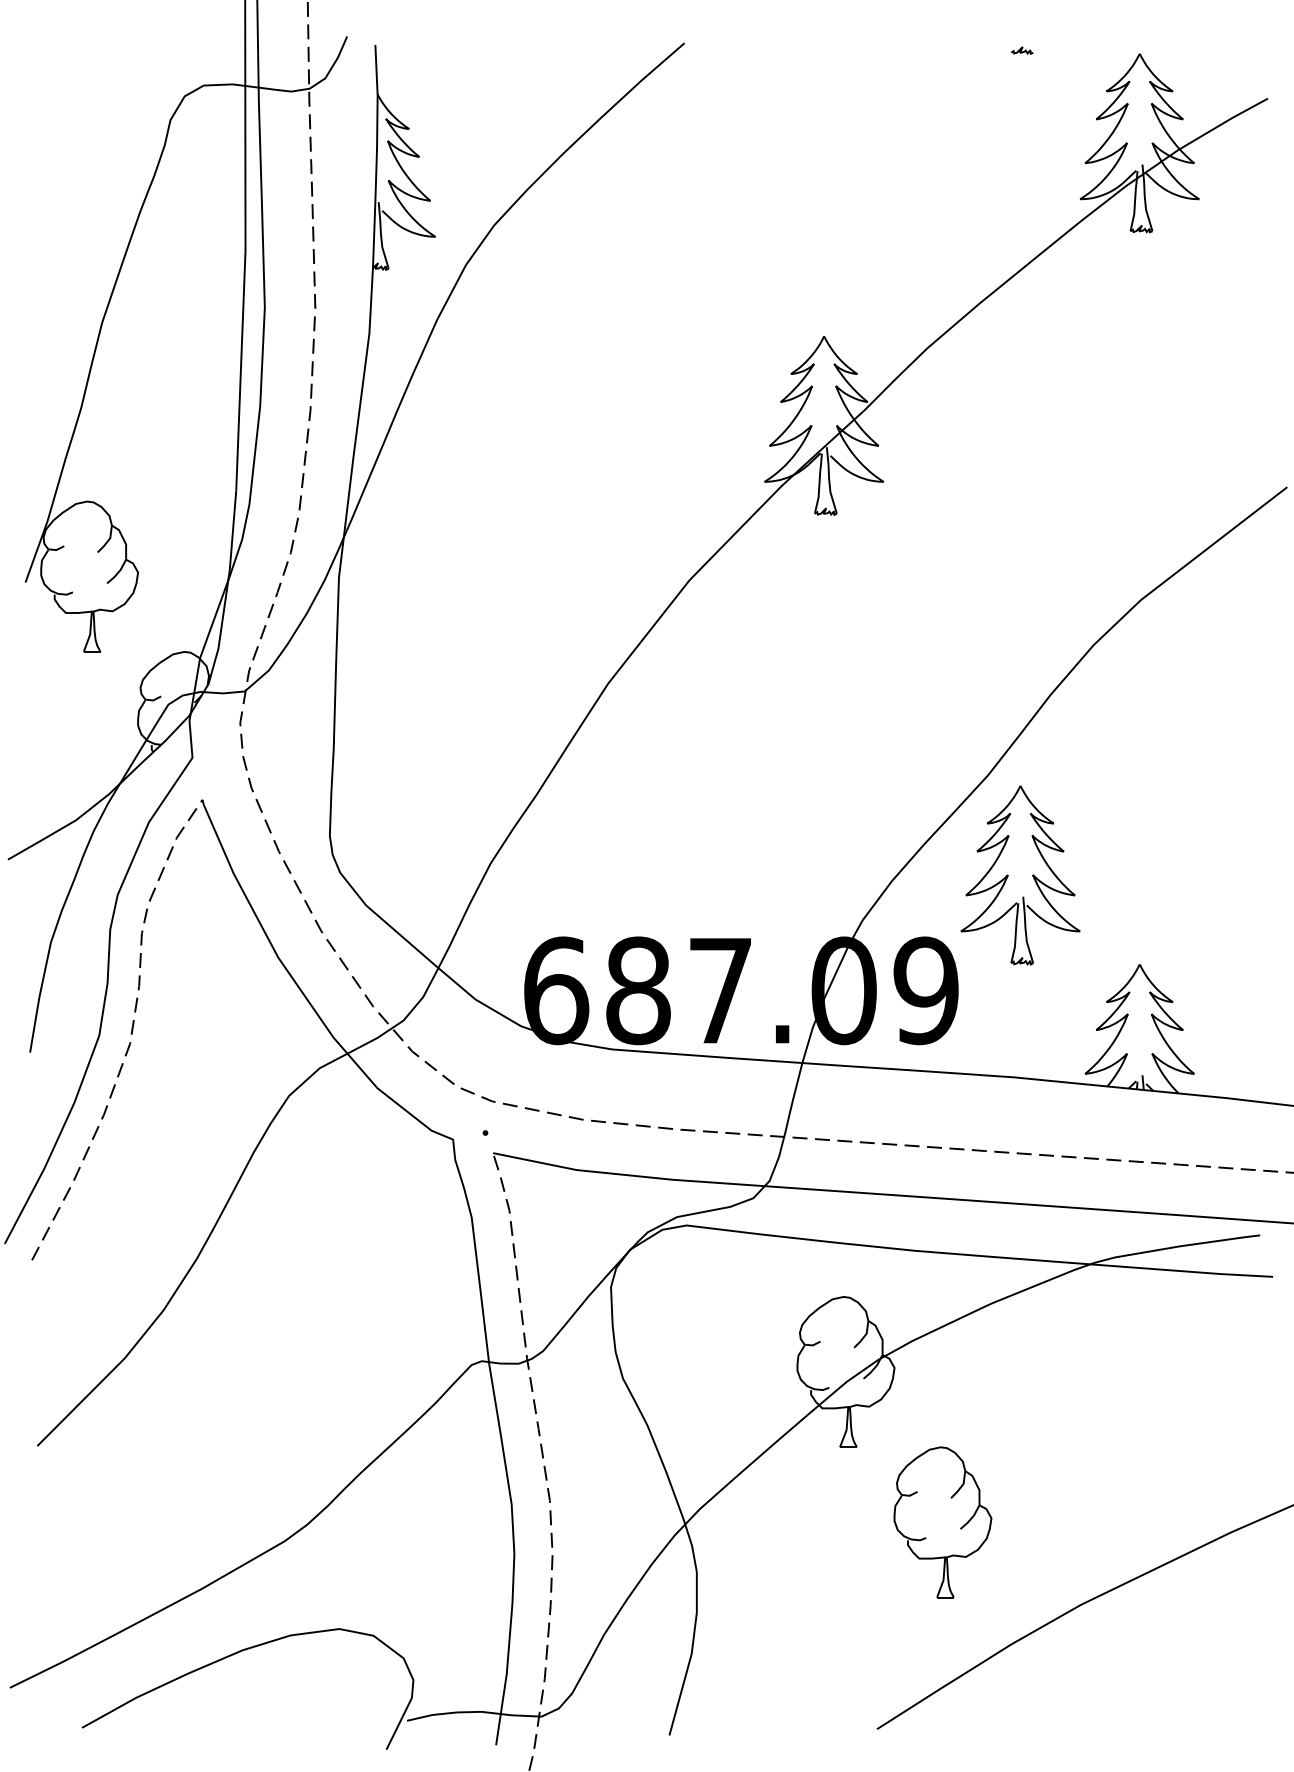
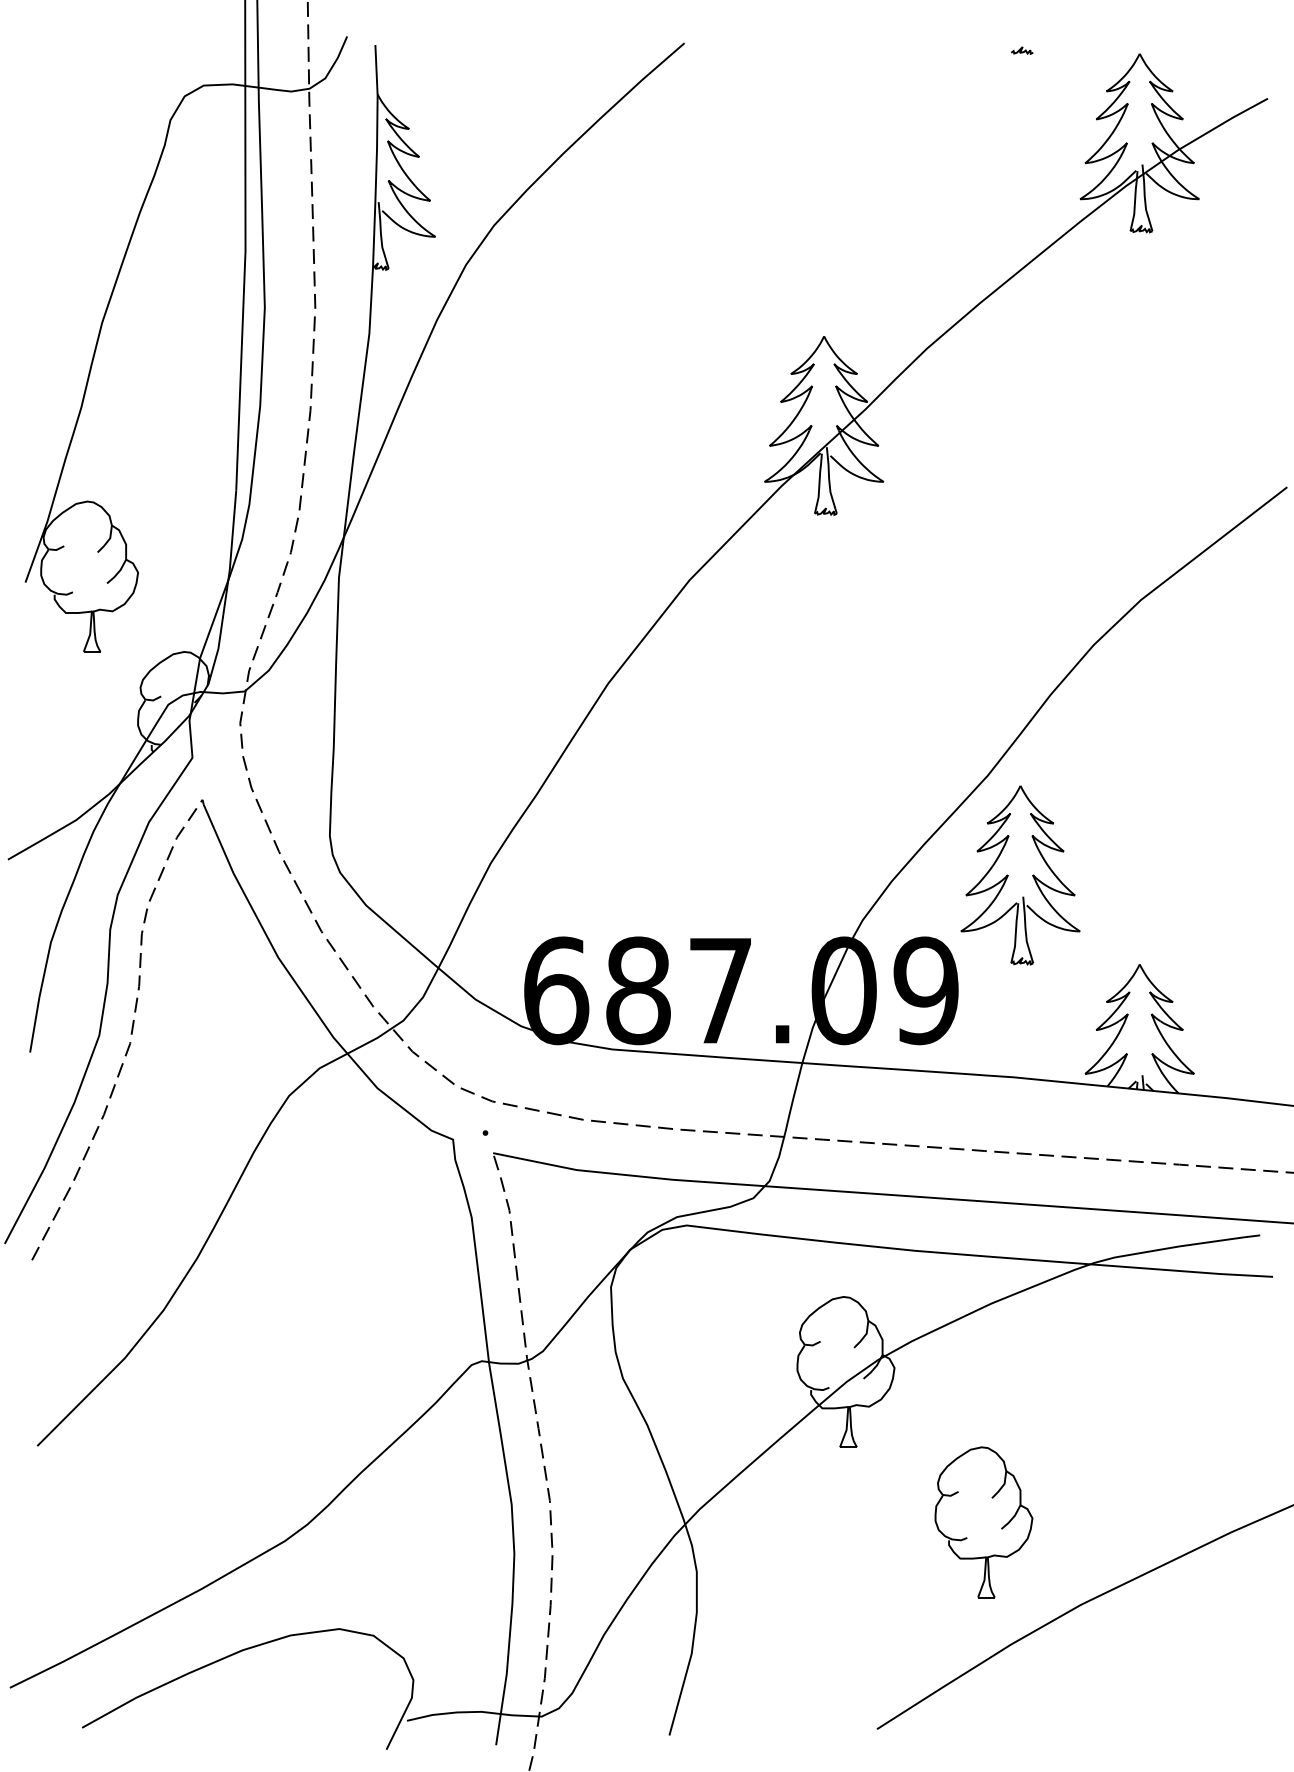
part at (942, 1522) position: (942, 1522) -> (983, 1522)
